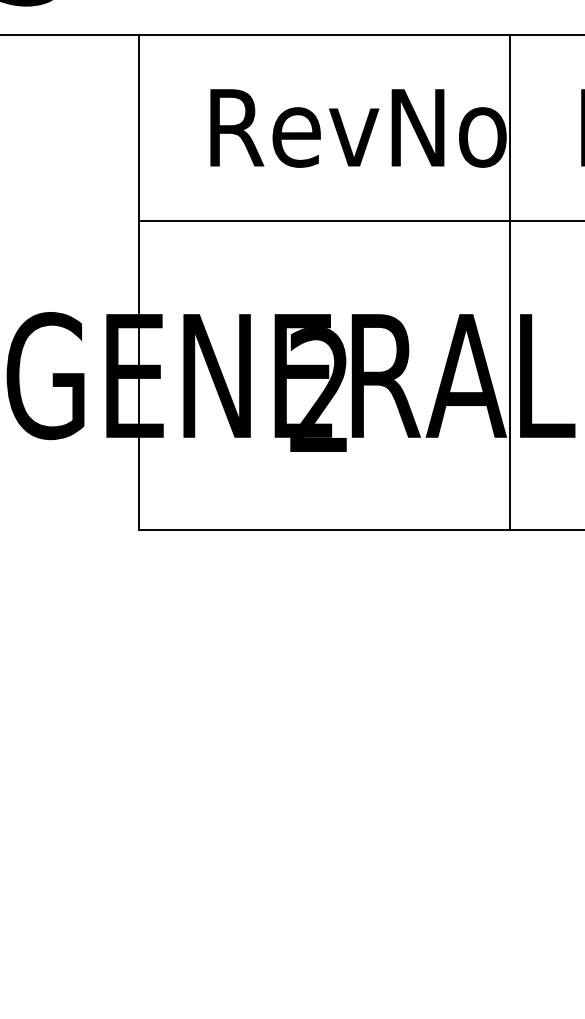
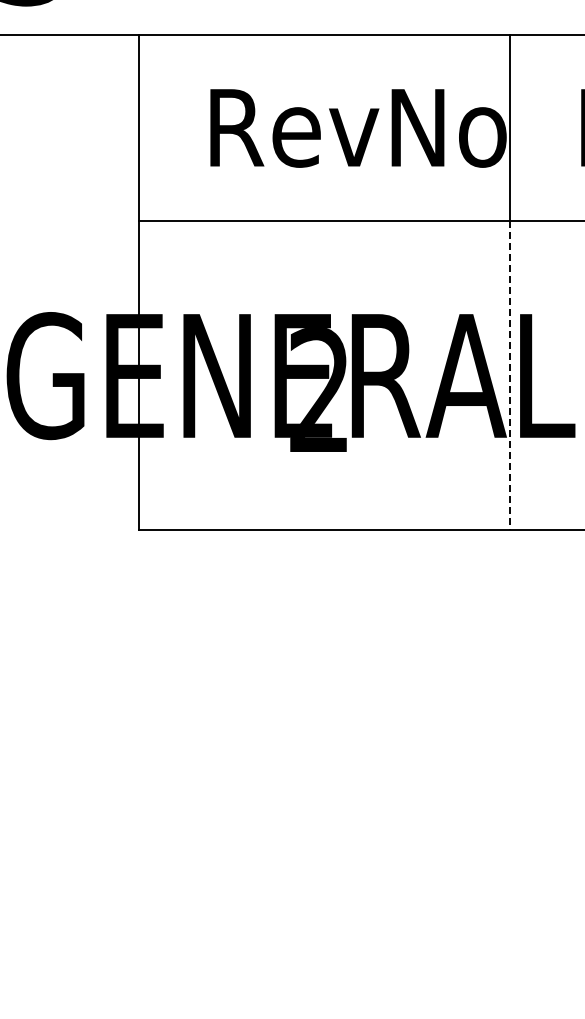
line at (510, 375): solid -> dashed
